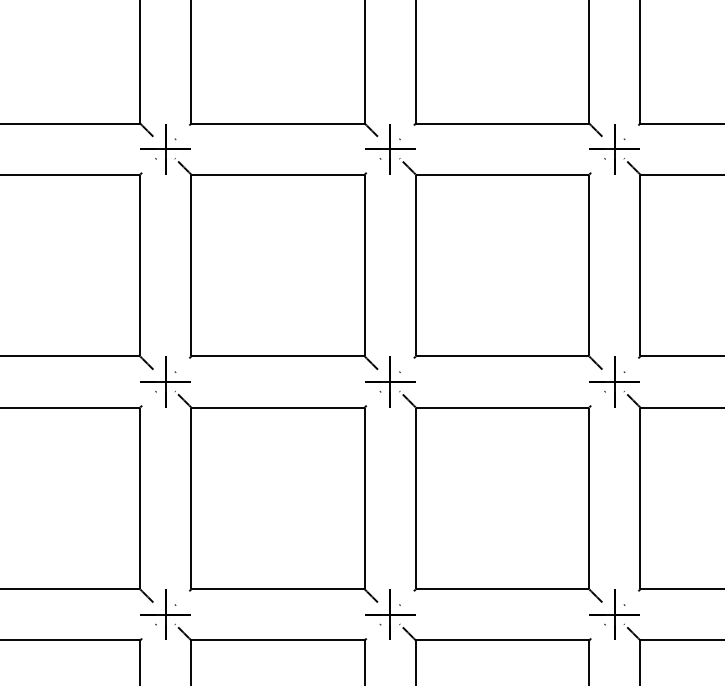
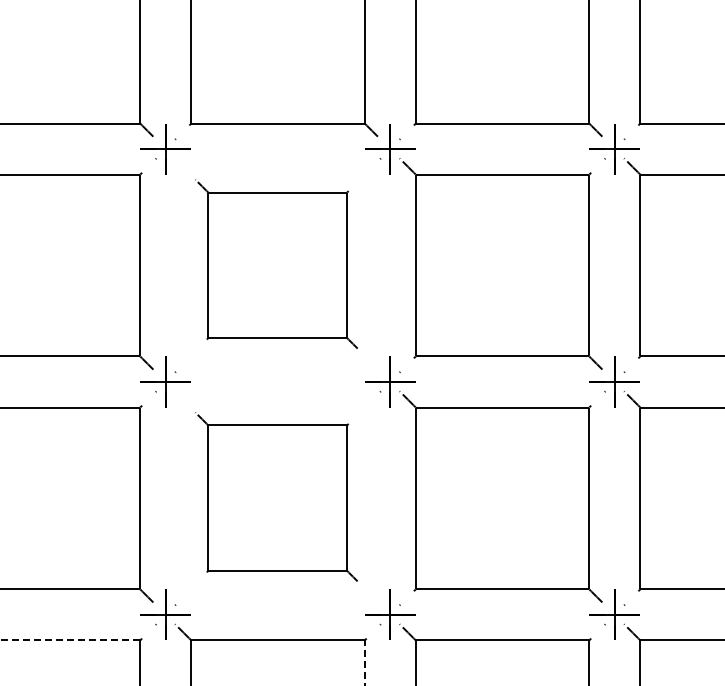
part at (276, 264) size: 205x213 px -> 163x170 px
part at (276, 496) size: 205x212 px -> 163x170 px
line at (70, 640): solid -> dashed
line at (364, 662): solid -> dashed
